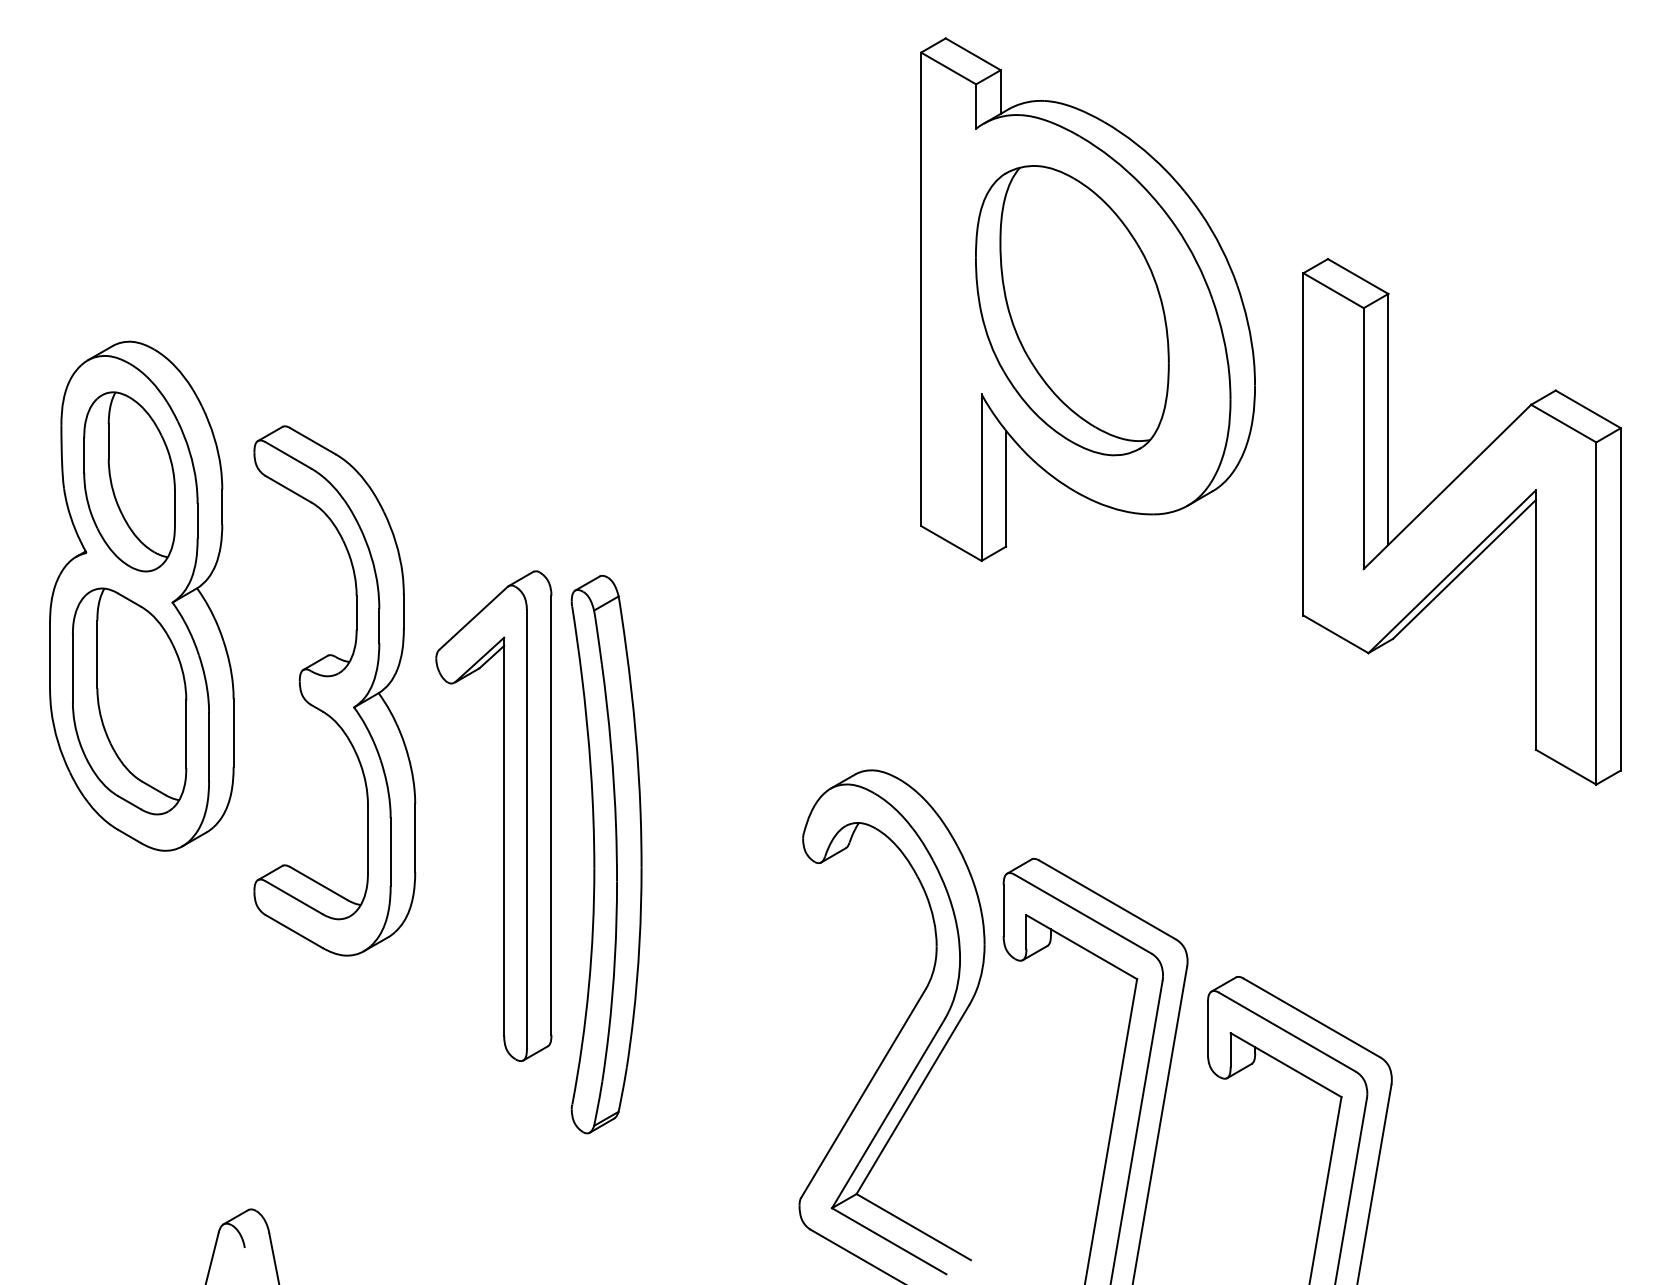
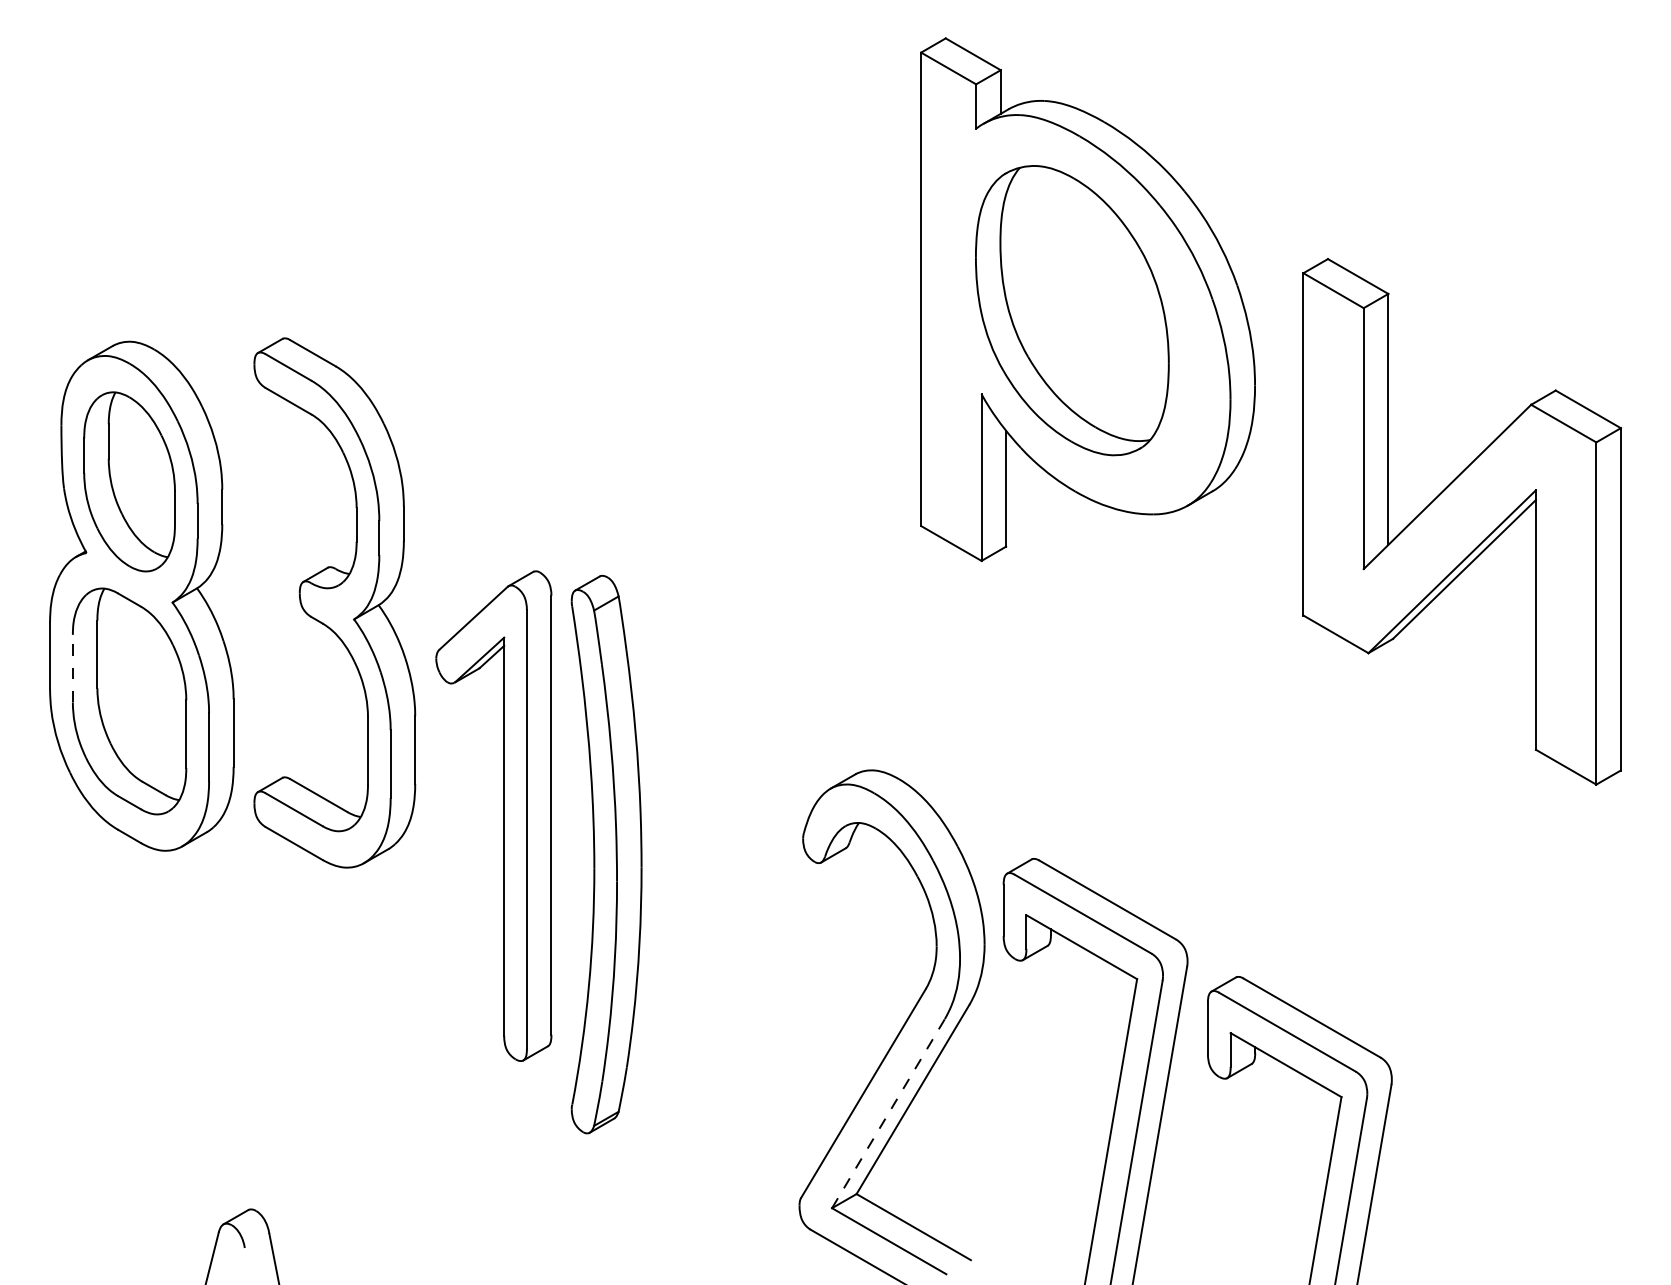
line at (72, 668): solid -> dashed
part at (334, 690) position: (334, 690) -> (334, 602)
line at (888, 1113): solid -> dashed
